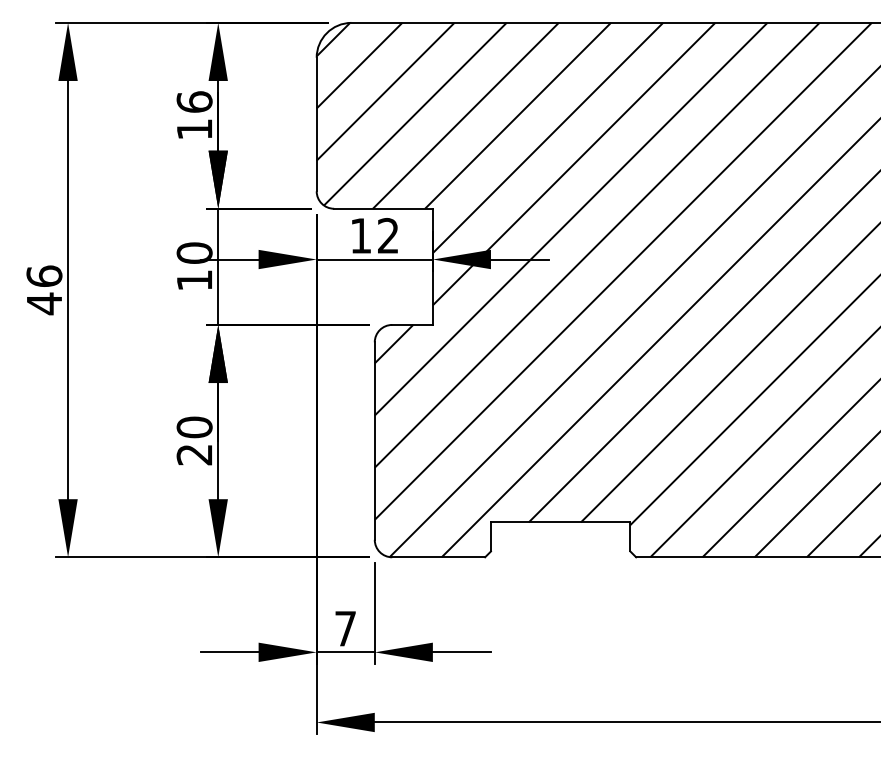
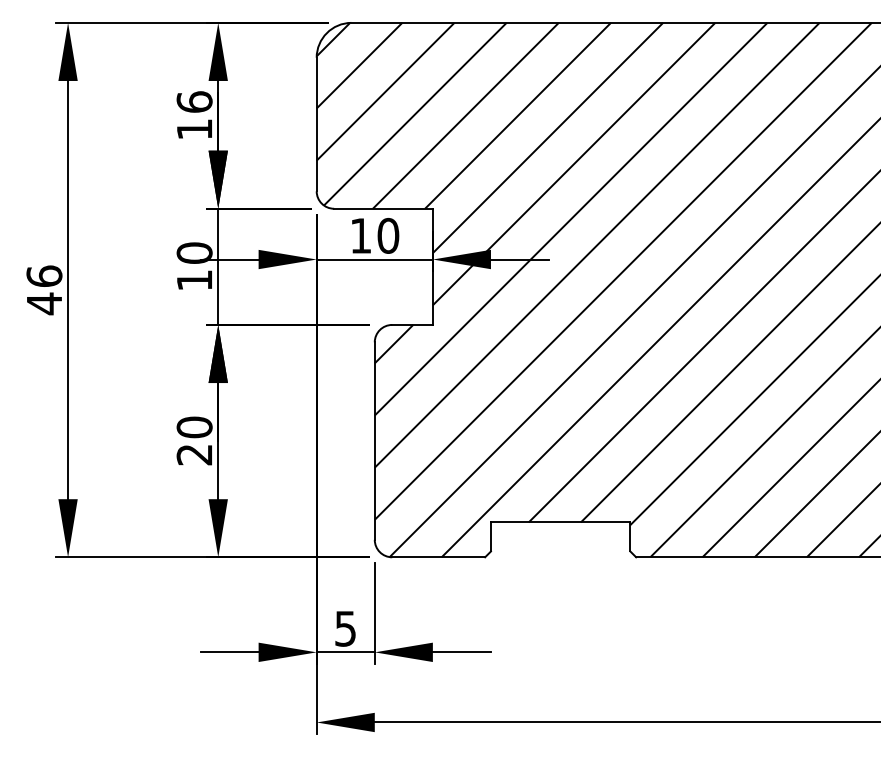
text at (388, 235): 12 -> 10
text at (345, 628): 7 -> 5
